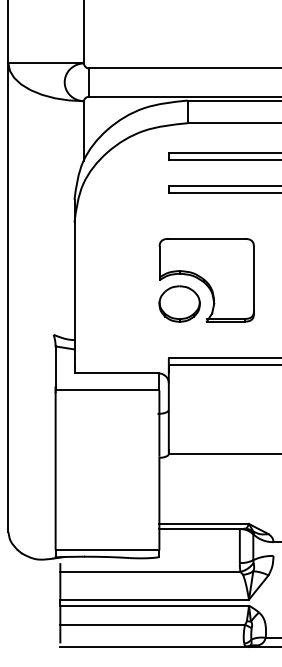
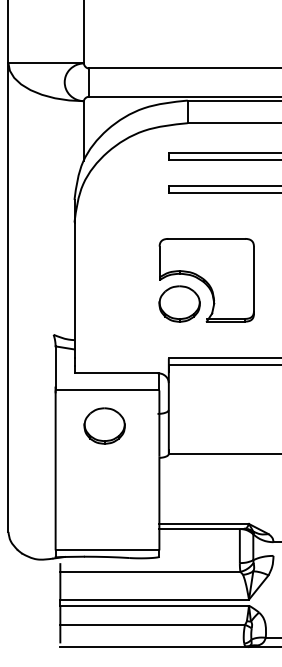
part at (104, 425): none -> present
